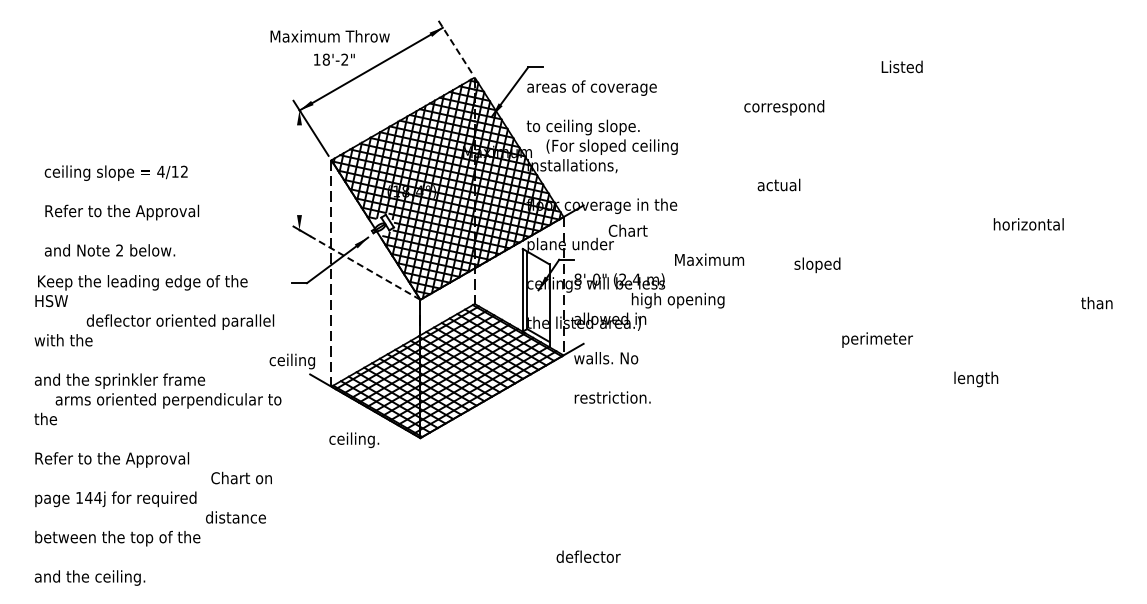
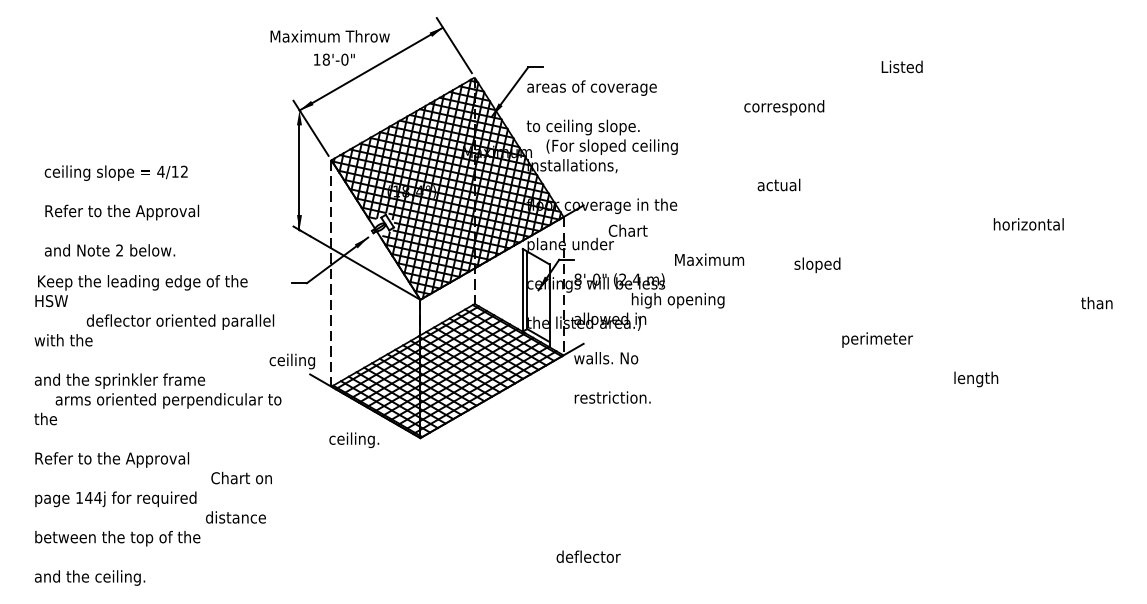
line at (454, 45): dashed -> solid
text at (344, 59): 18'-2" -> 18'-0"
line at (299, 177): none -> present
line at (365, 268): dashed -> solid
